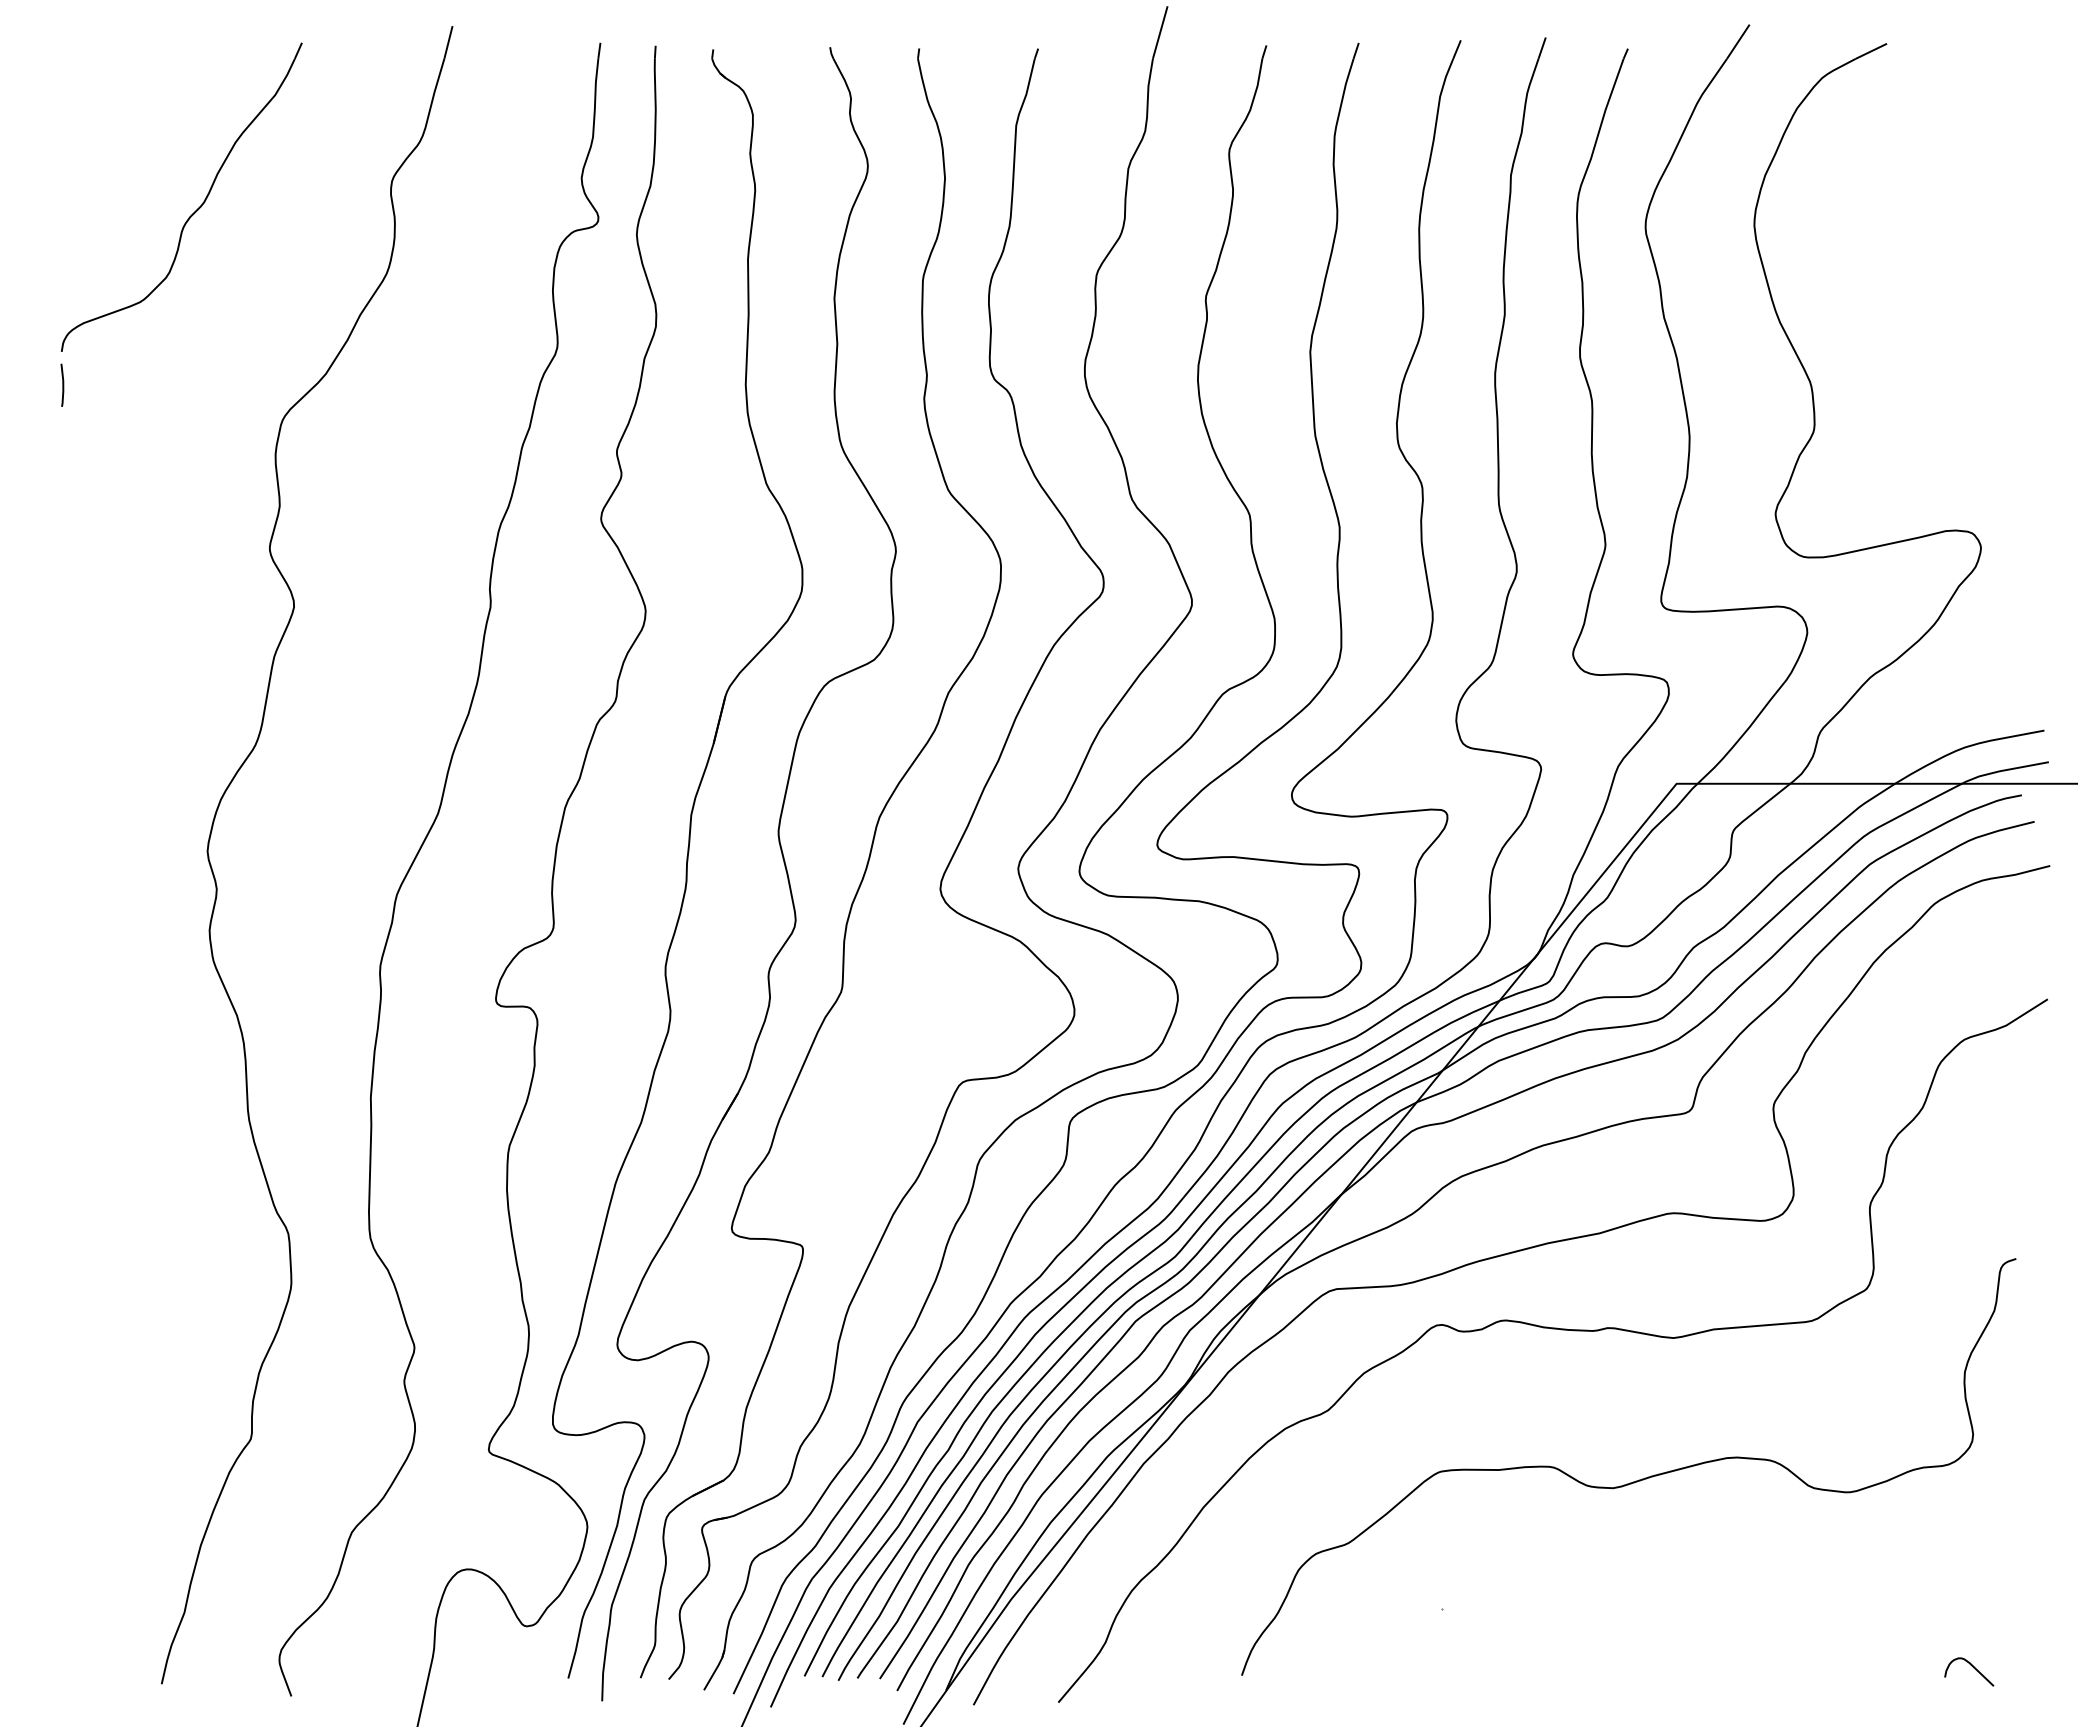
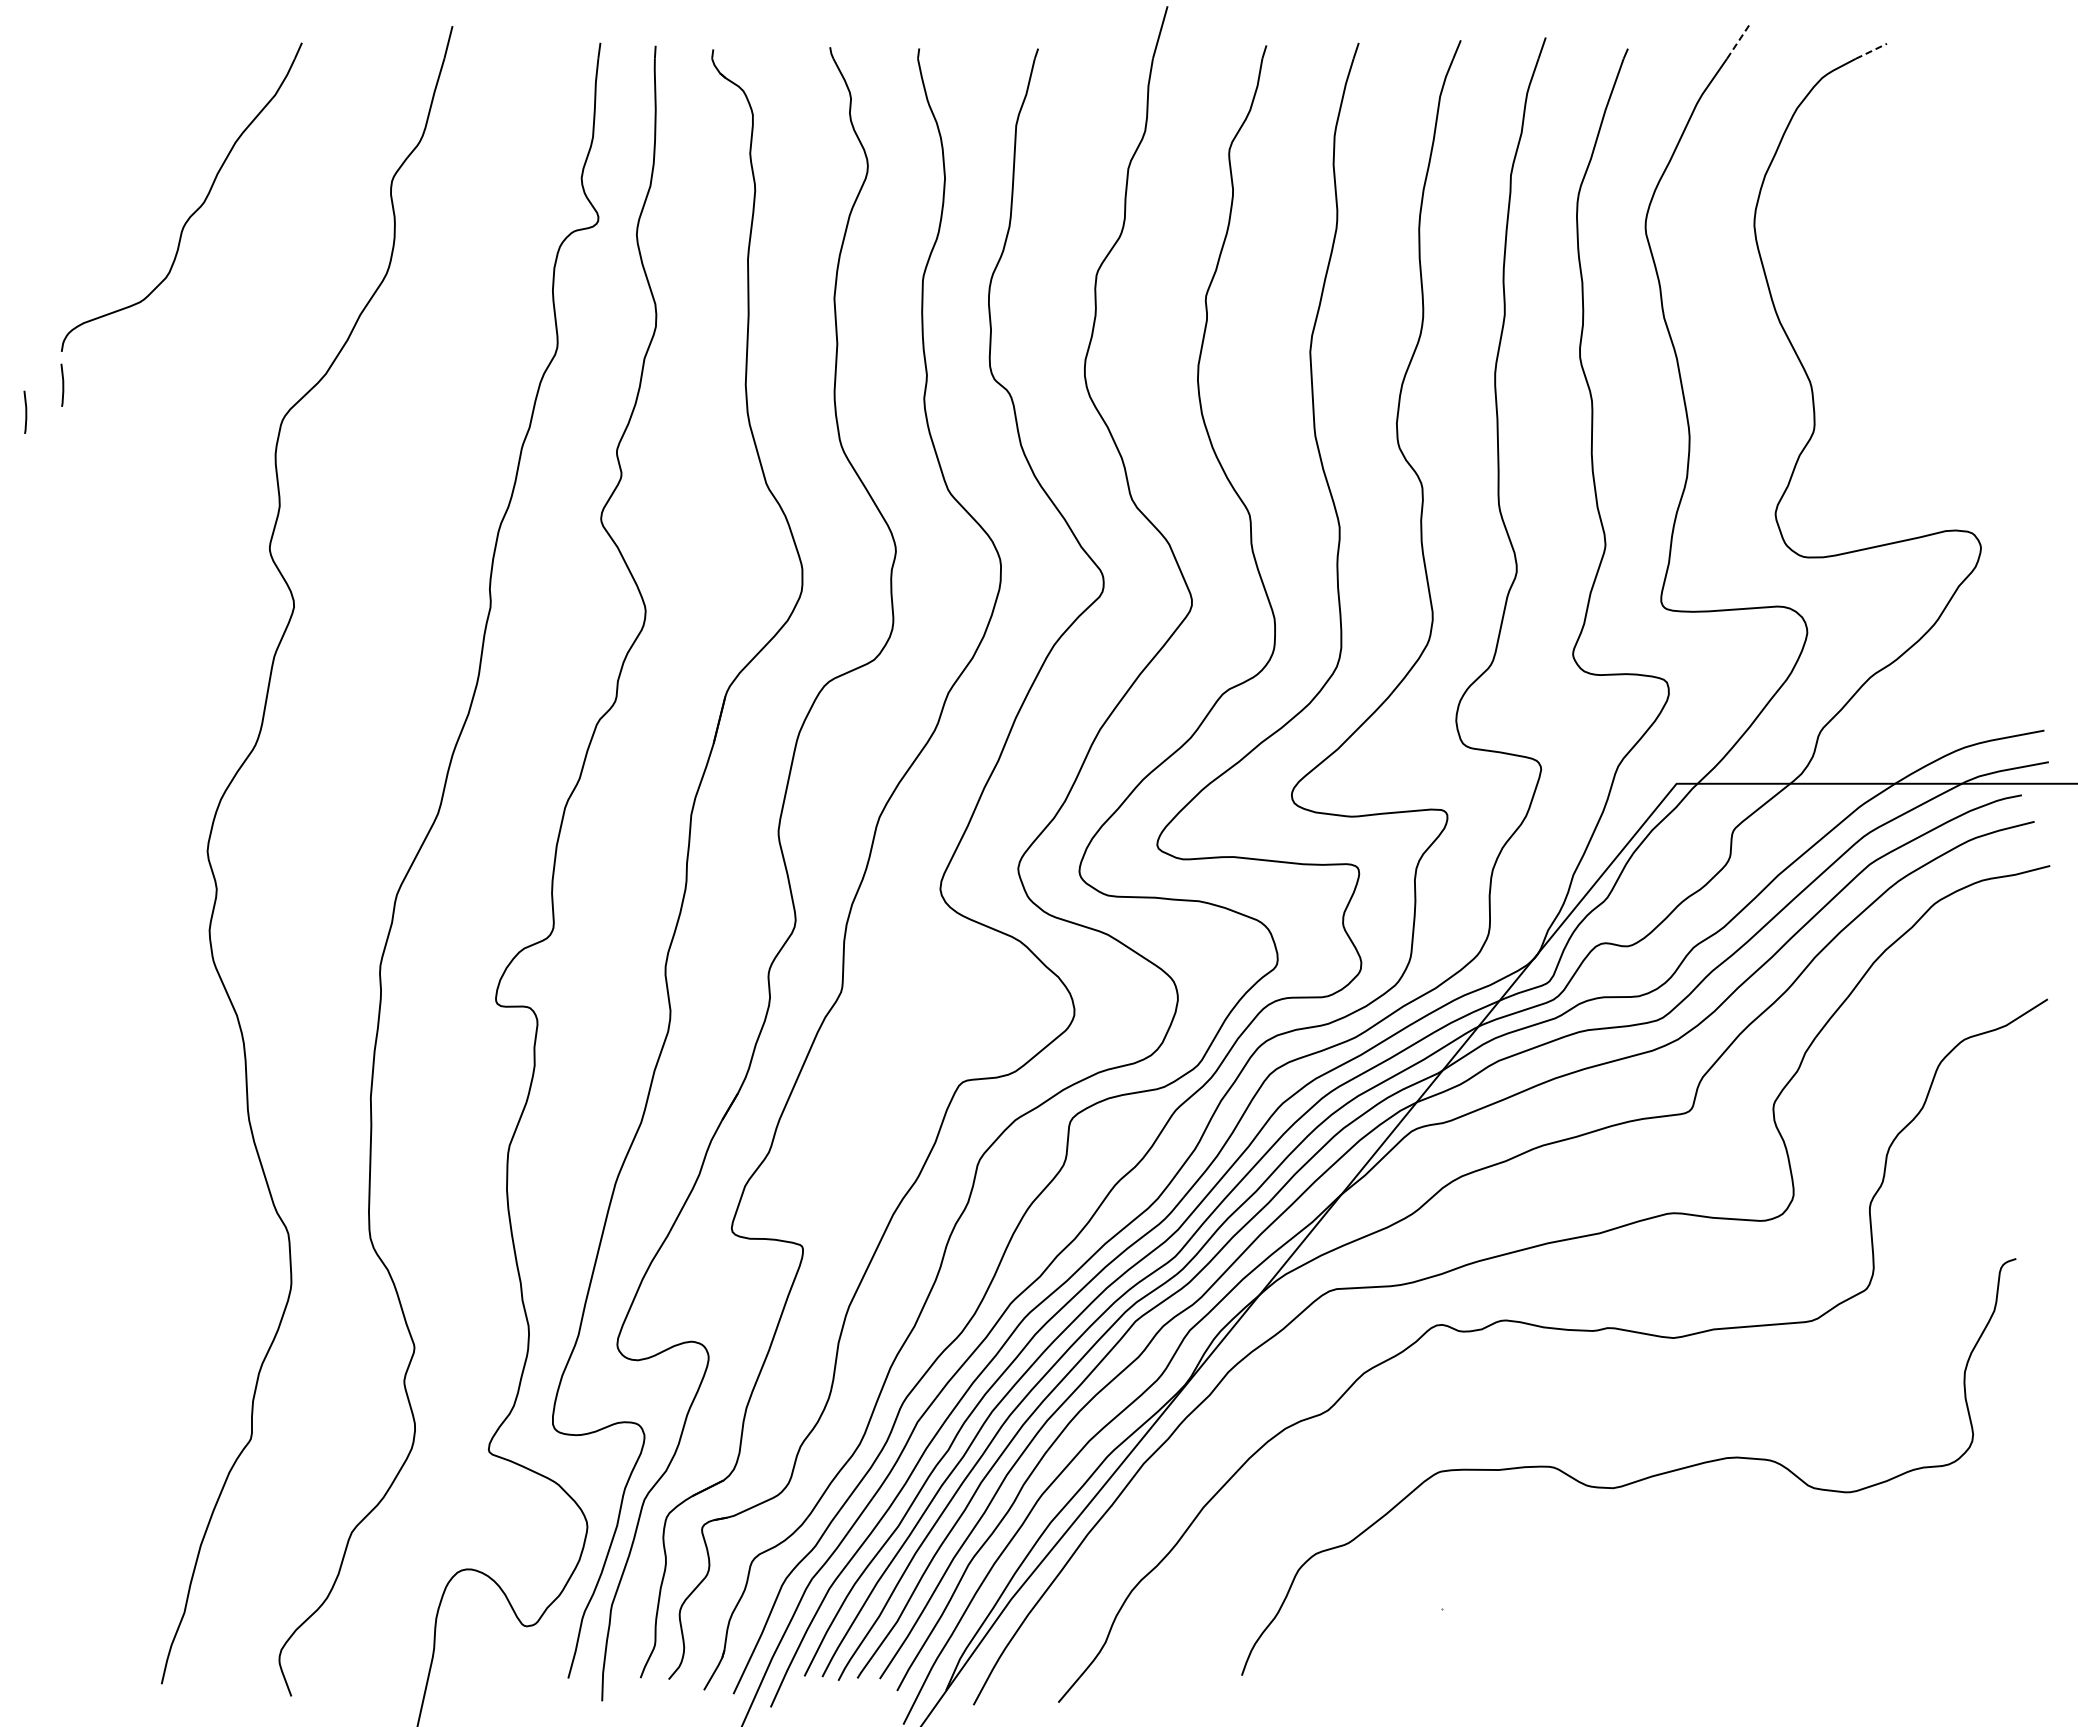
line at (1738, 41): solid -> dashed
line at (1871, 51): solid -> dashed
line at (25, 411): none -> present
curve at (1972, 1667): present -> none
